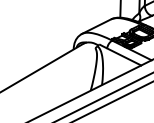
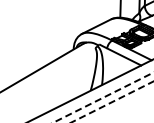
line at (103, 97): solid -> dashed
line at (112, 102): solid -> dashed
